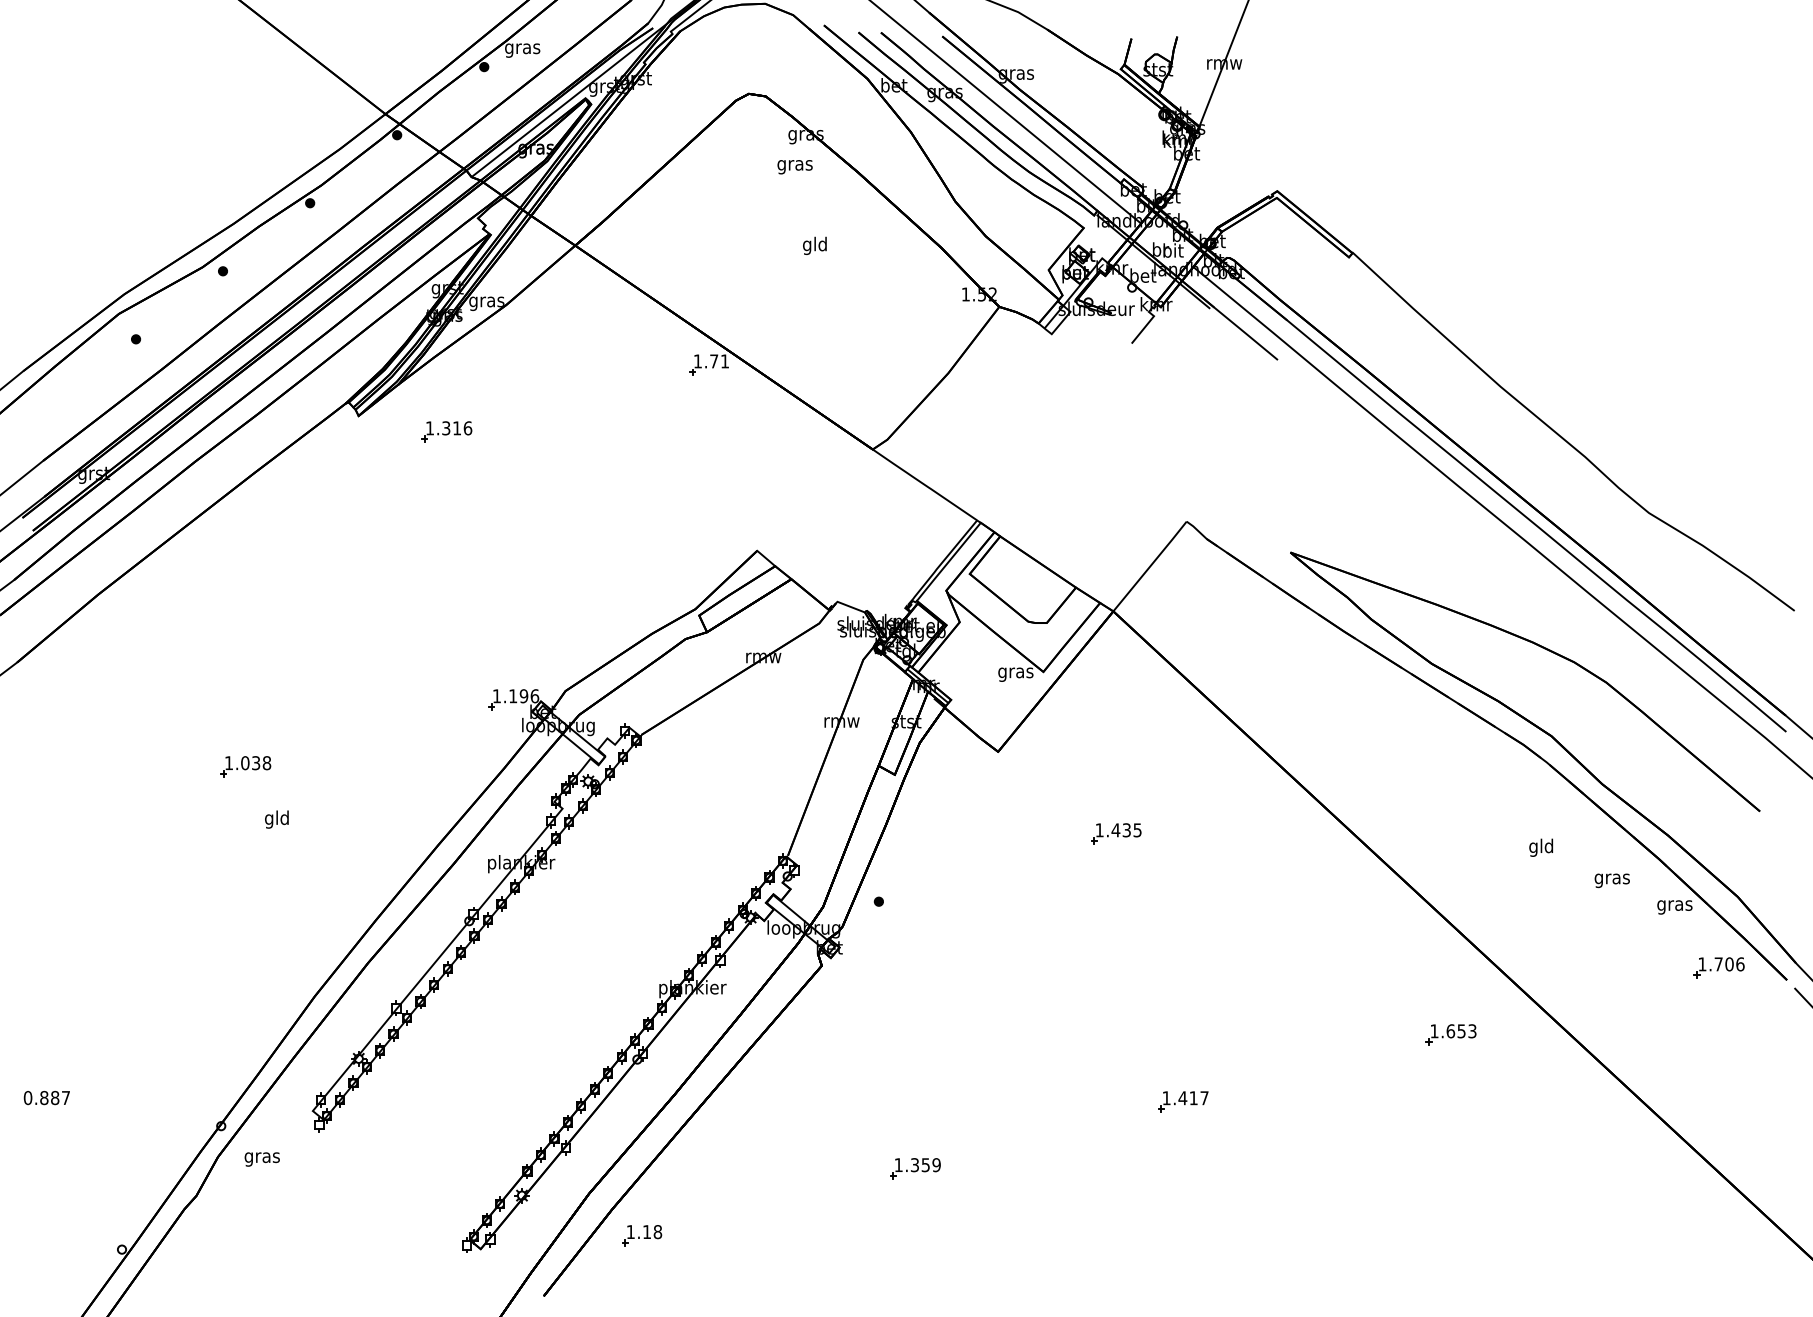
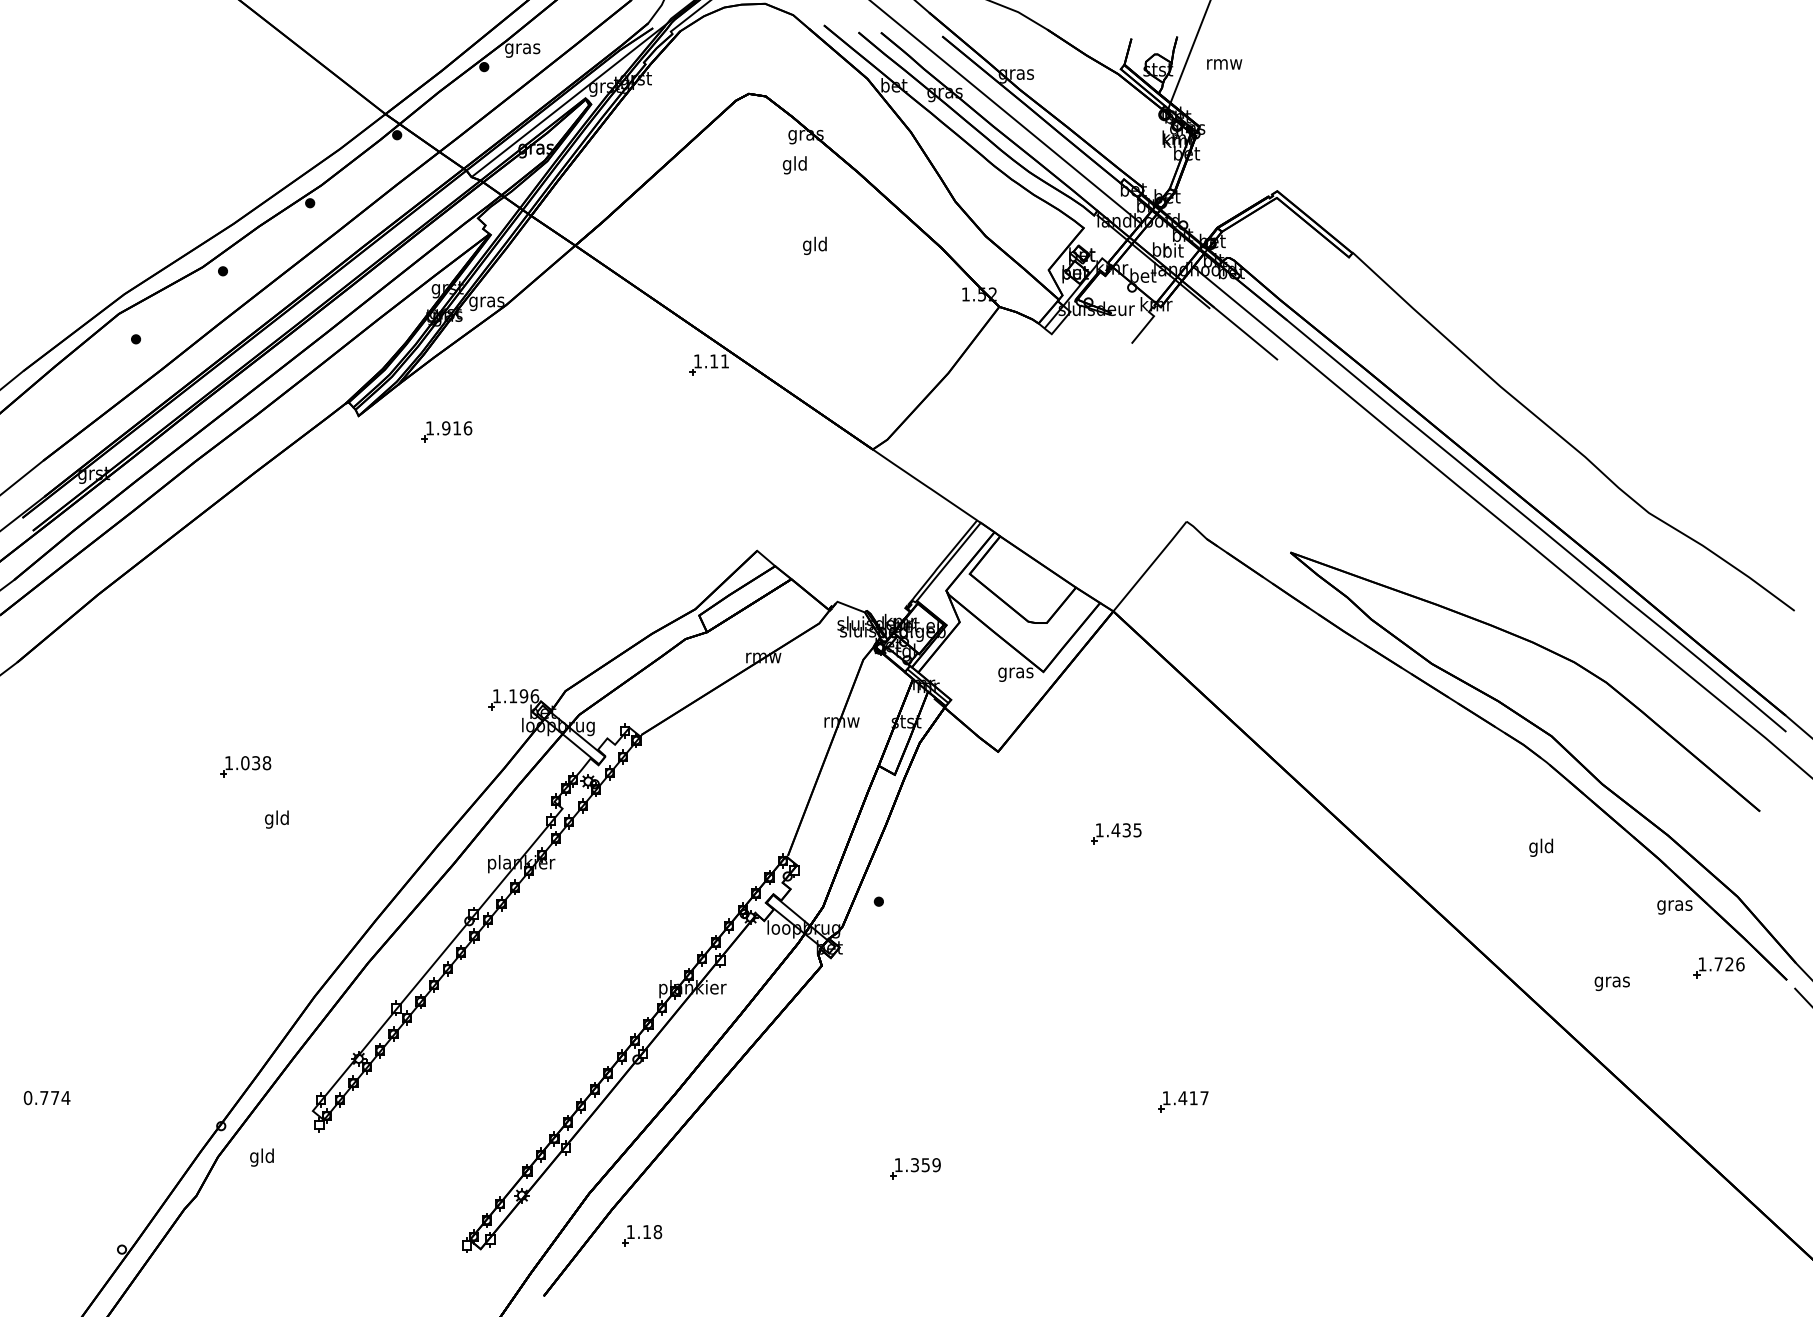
line at (1223, 64) position: (1223, 64) -> (1187, 57)
text at (794, 165): gras -> gld
text at (714, 361): 1.71 -> 1.11
text at (446, 428): 1.316 -> 1.916
text at (1611, 880) position: (1611, 880) -> (1611, 983)
text at (1729, 964): 1.706 -> 1.726
part at (1450, 1034): present -> none
text at (55, 1097): 0.887 -> 0.774
text at (261, 1157): gras -> gld
